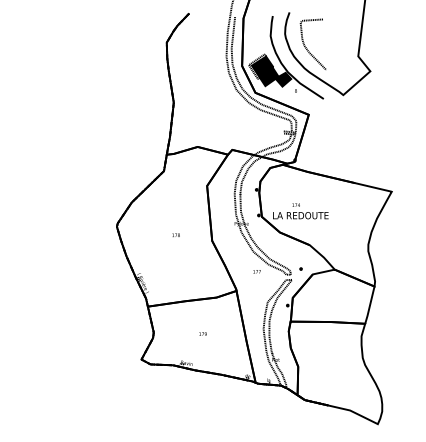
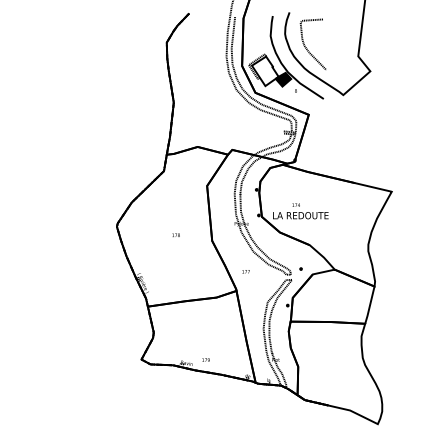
fill at (264, 71): present -> none
text at (256, 271) position: (256, 271) -> (245, 271)
text at (202, 333) position: (202, 333) -> (205, 359)
